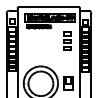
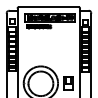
part at (67, 40): present -> none
